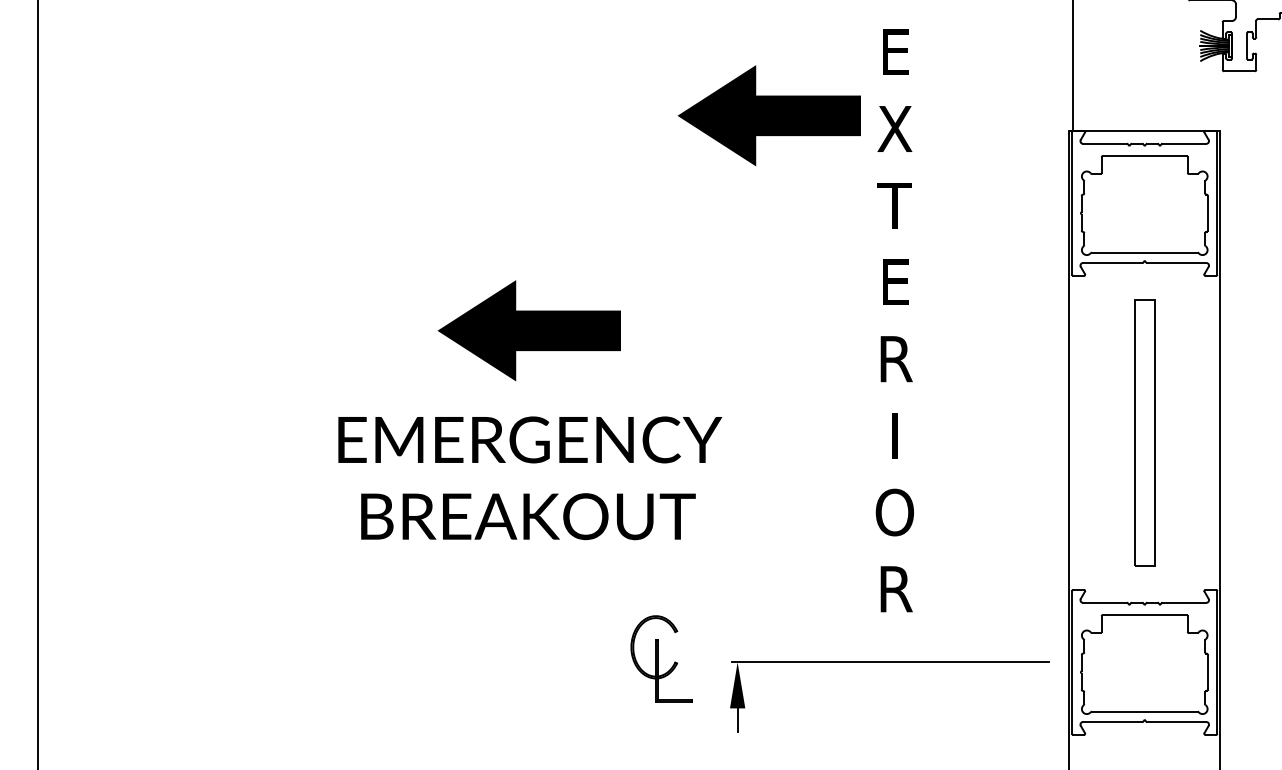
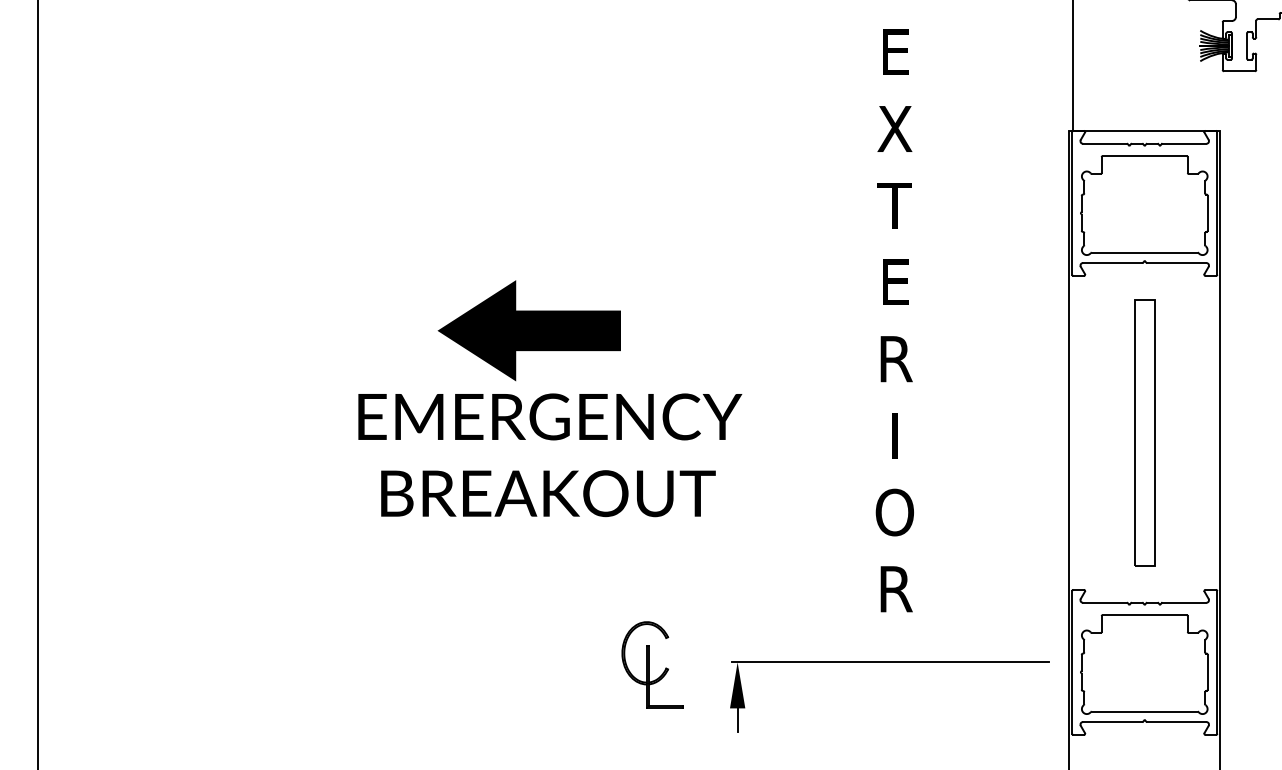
part at (768, 115): present -> none
text at (530, 478) position: (530, 478) -> (550, 455)
part at (661, 658) position: (661, 658) -> (652, 664)
